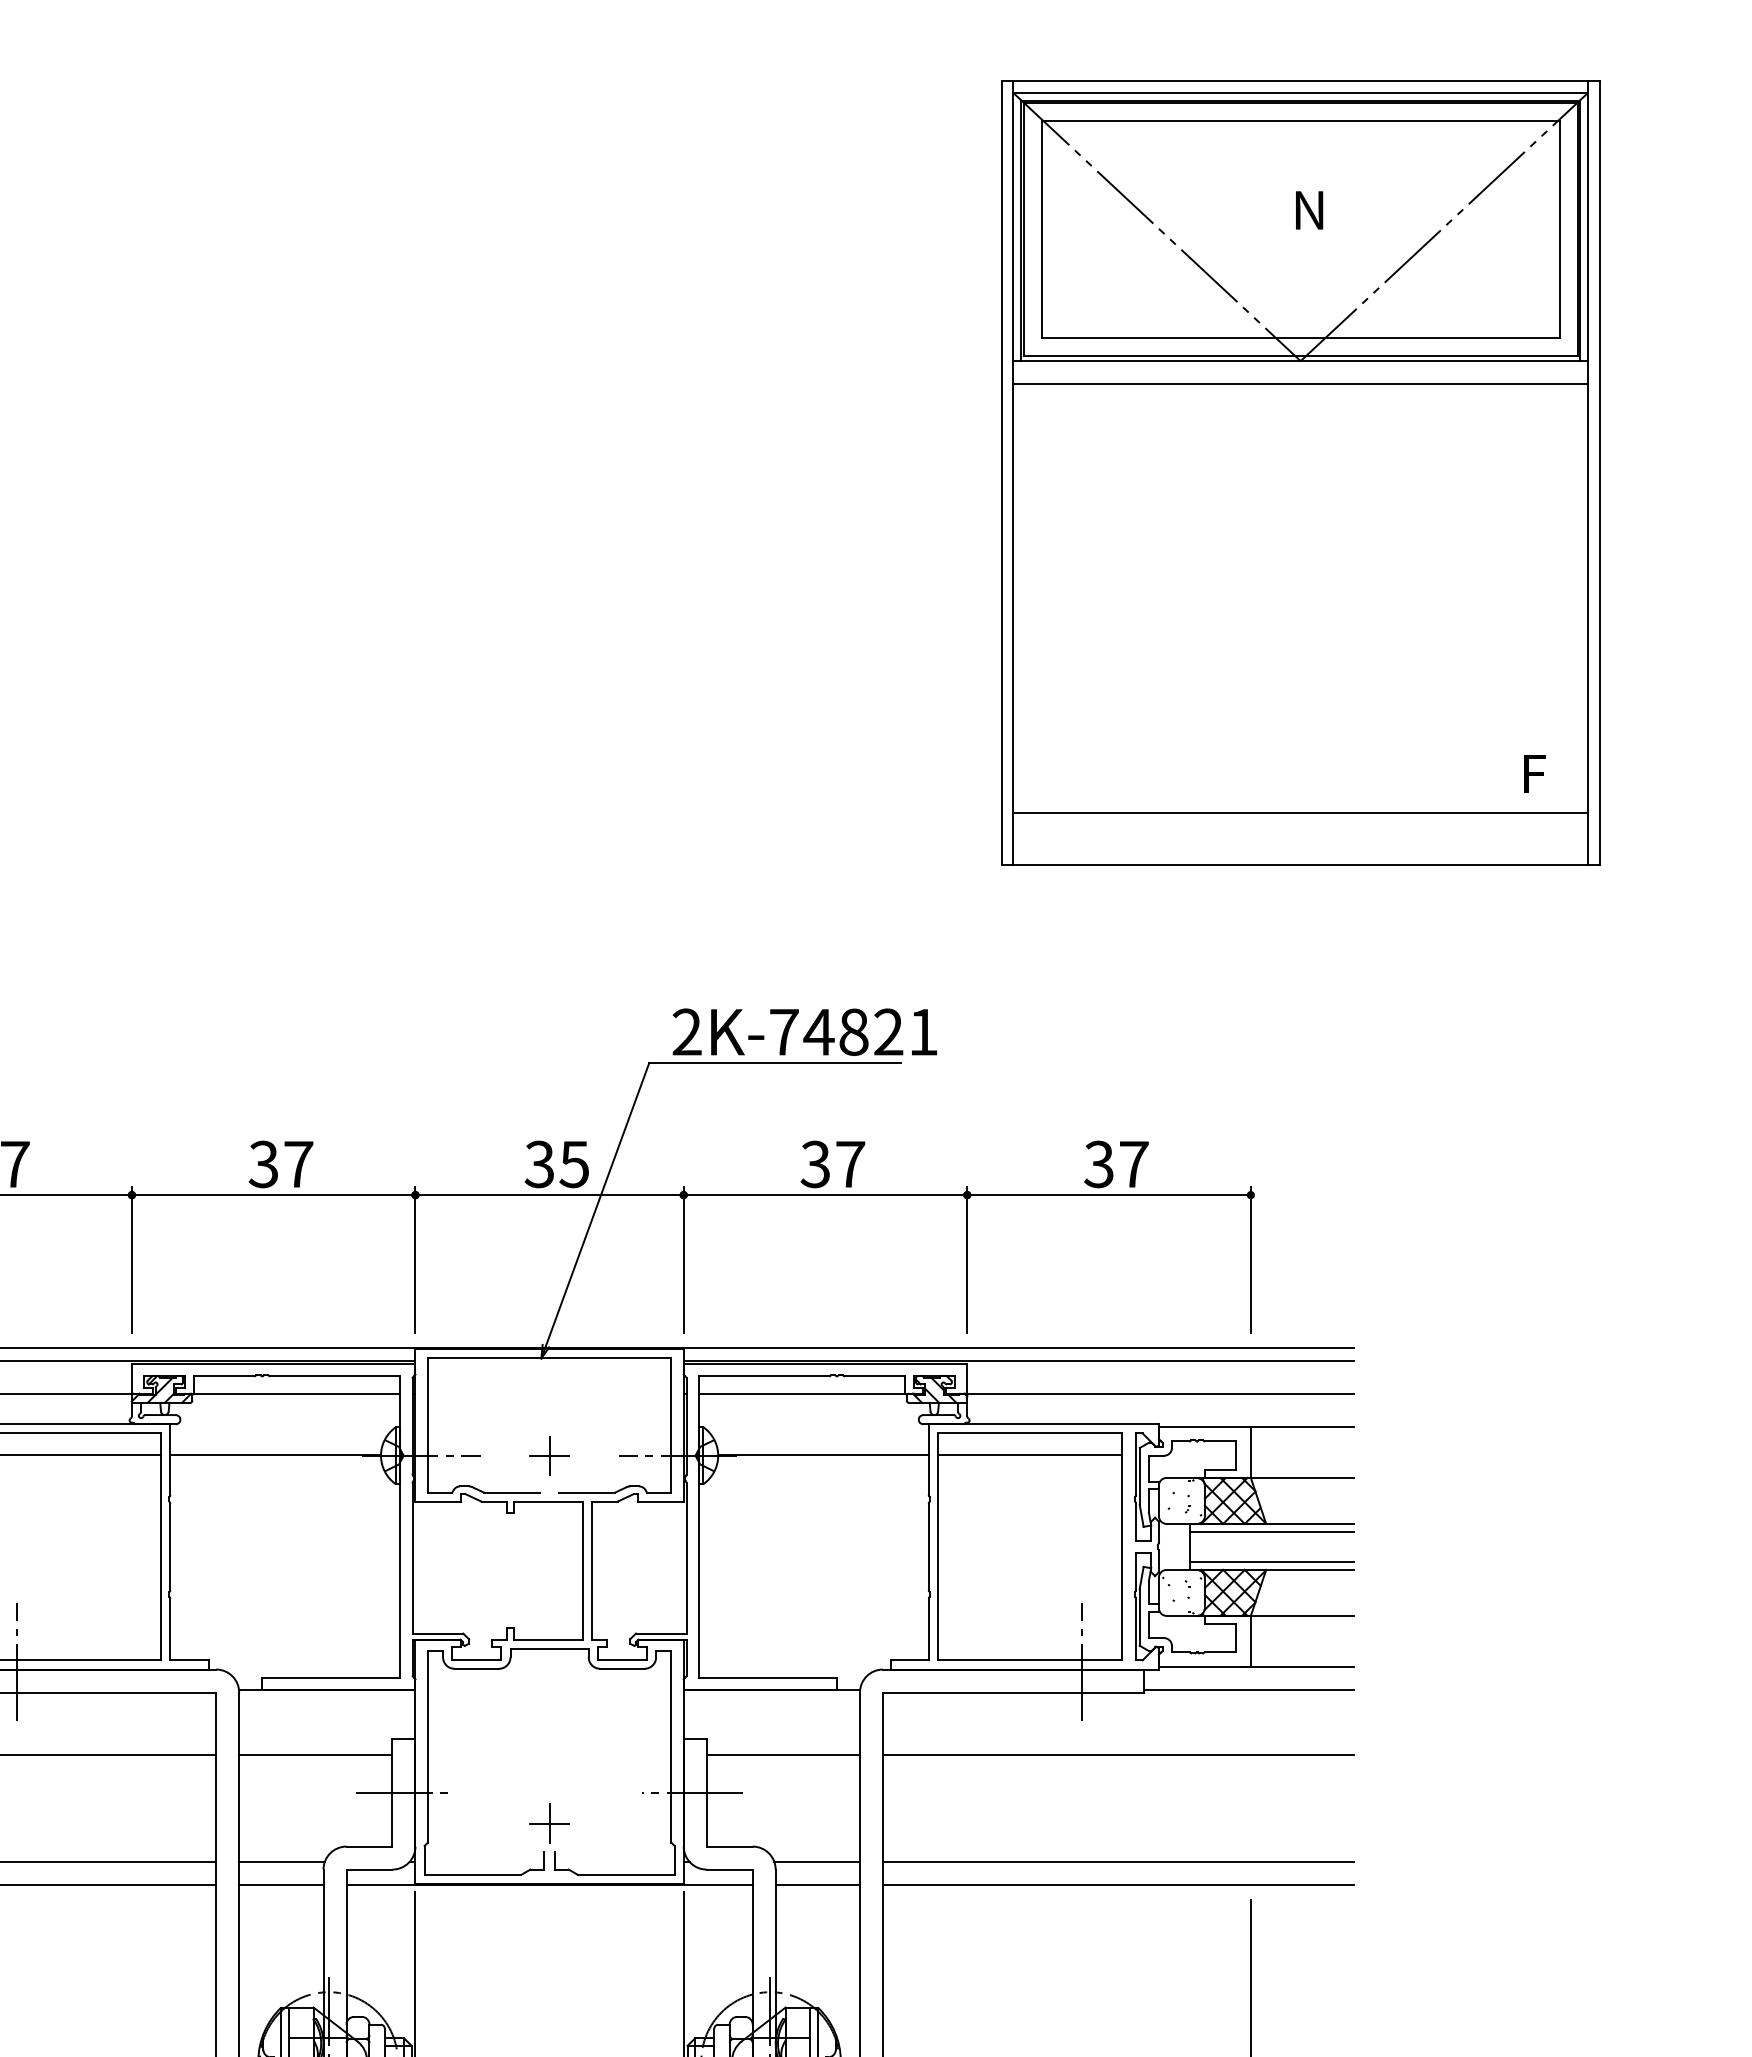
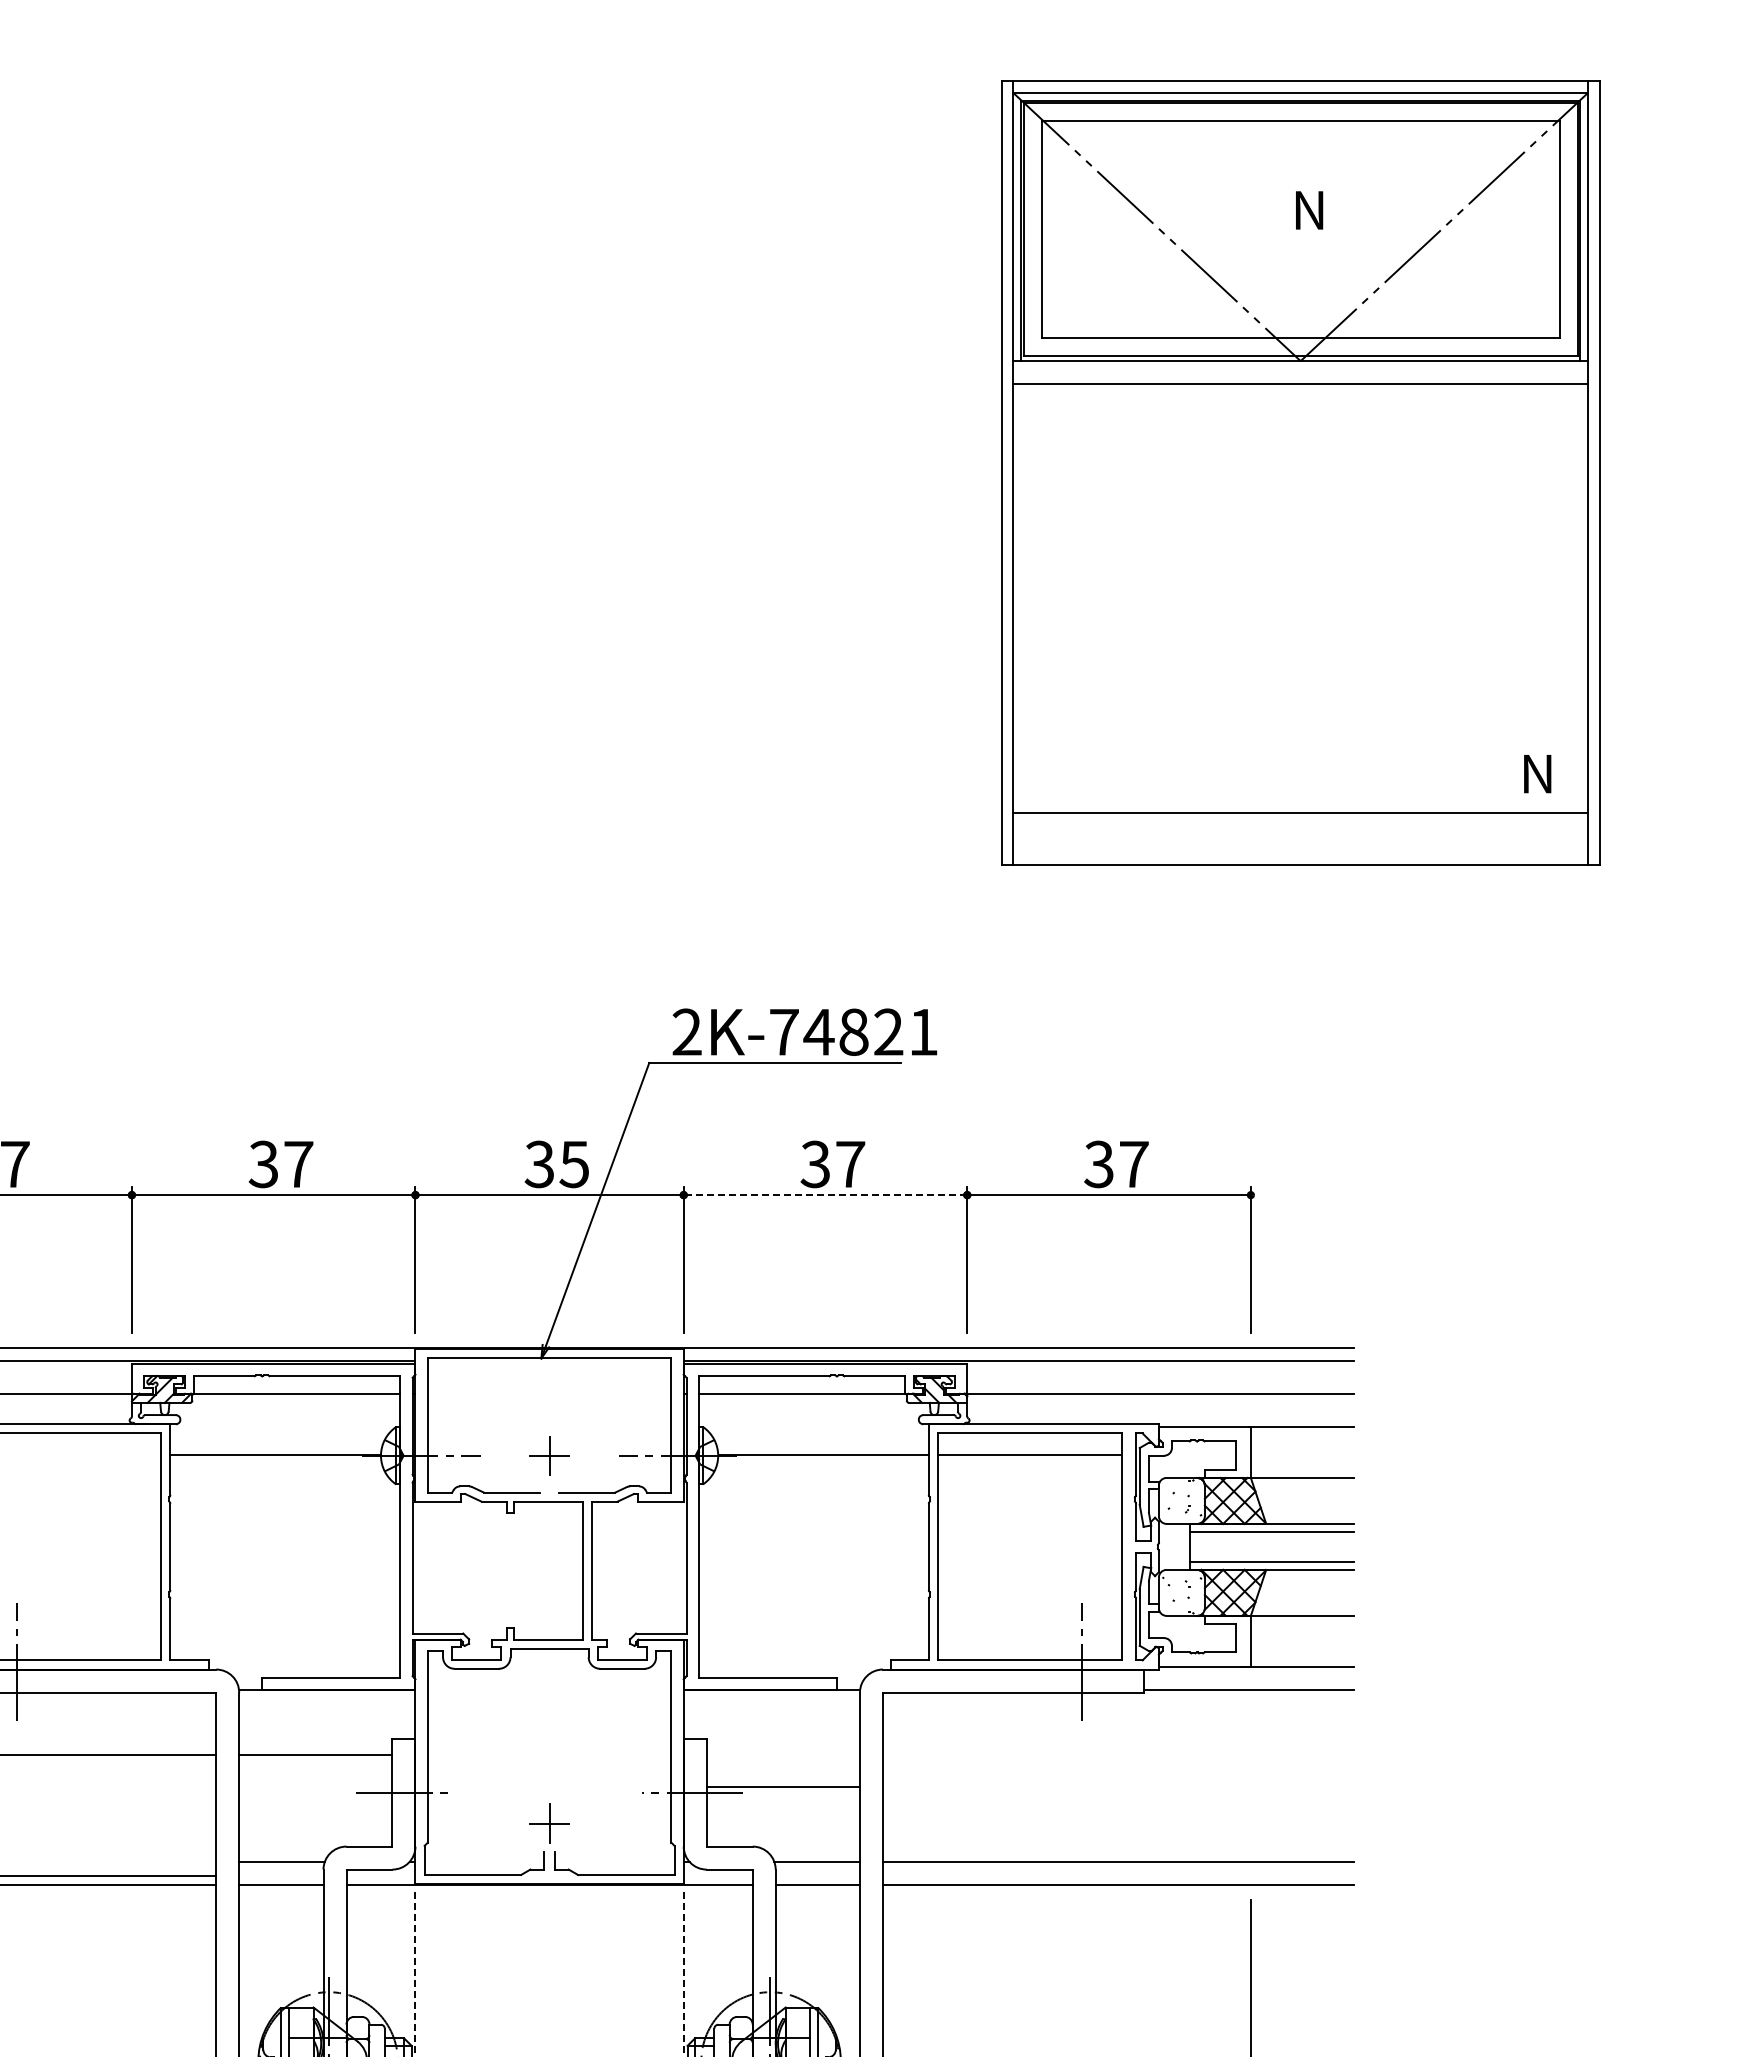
text at (1537, 774): F -> N
line at (825, 1195): solid -> dashed
line at (81, 1454): present -> none
line at (782, 1754) position: (782, 1754) -> (782, 1786)
line at (1117, 1754): present -> none
line at (109, 1861) position: (109, 1861) -> (109, 1875)
line at (415, 1974): solid -> dashed
line at (683, 1974): solid -> dashed
